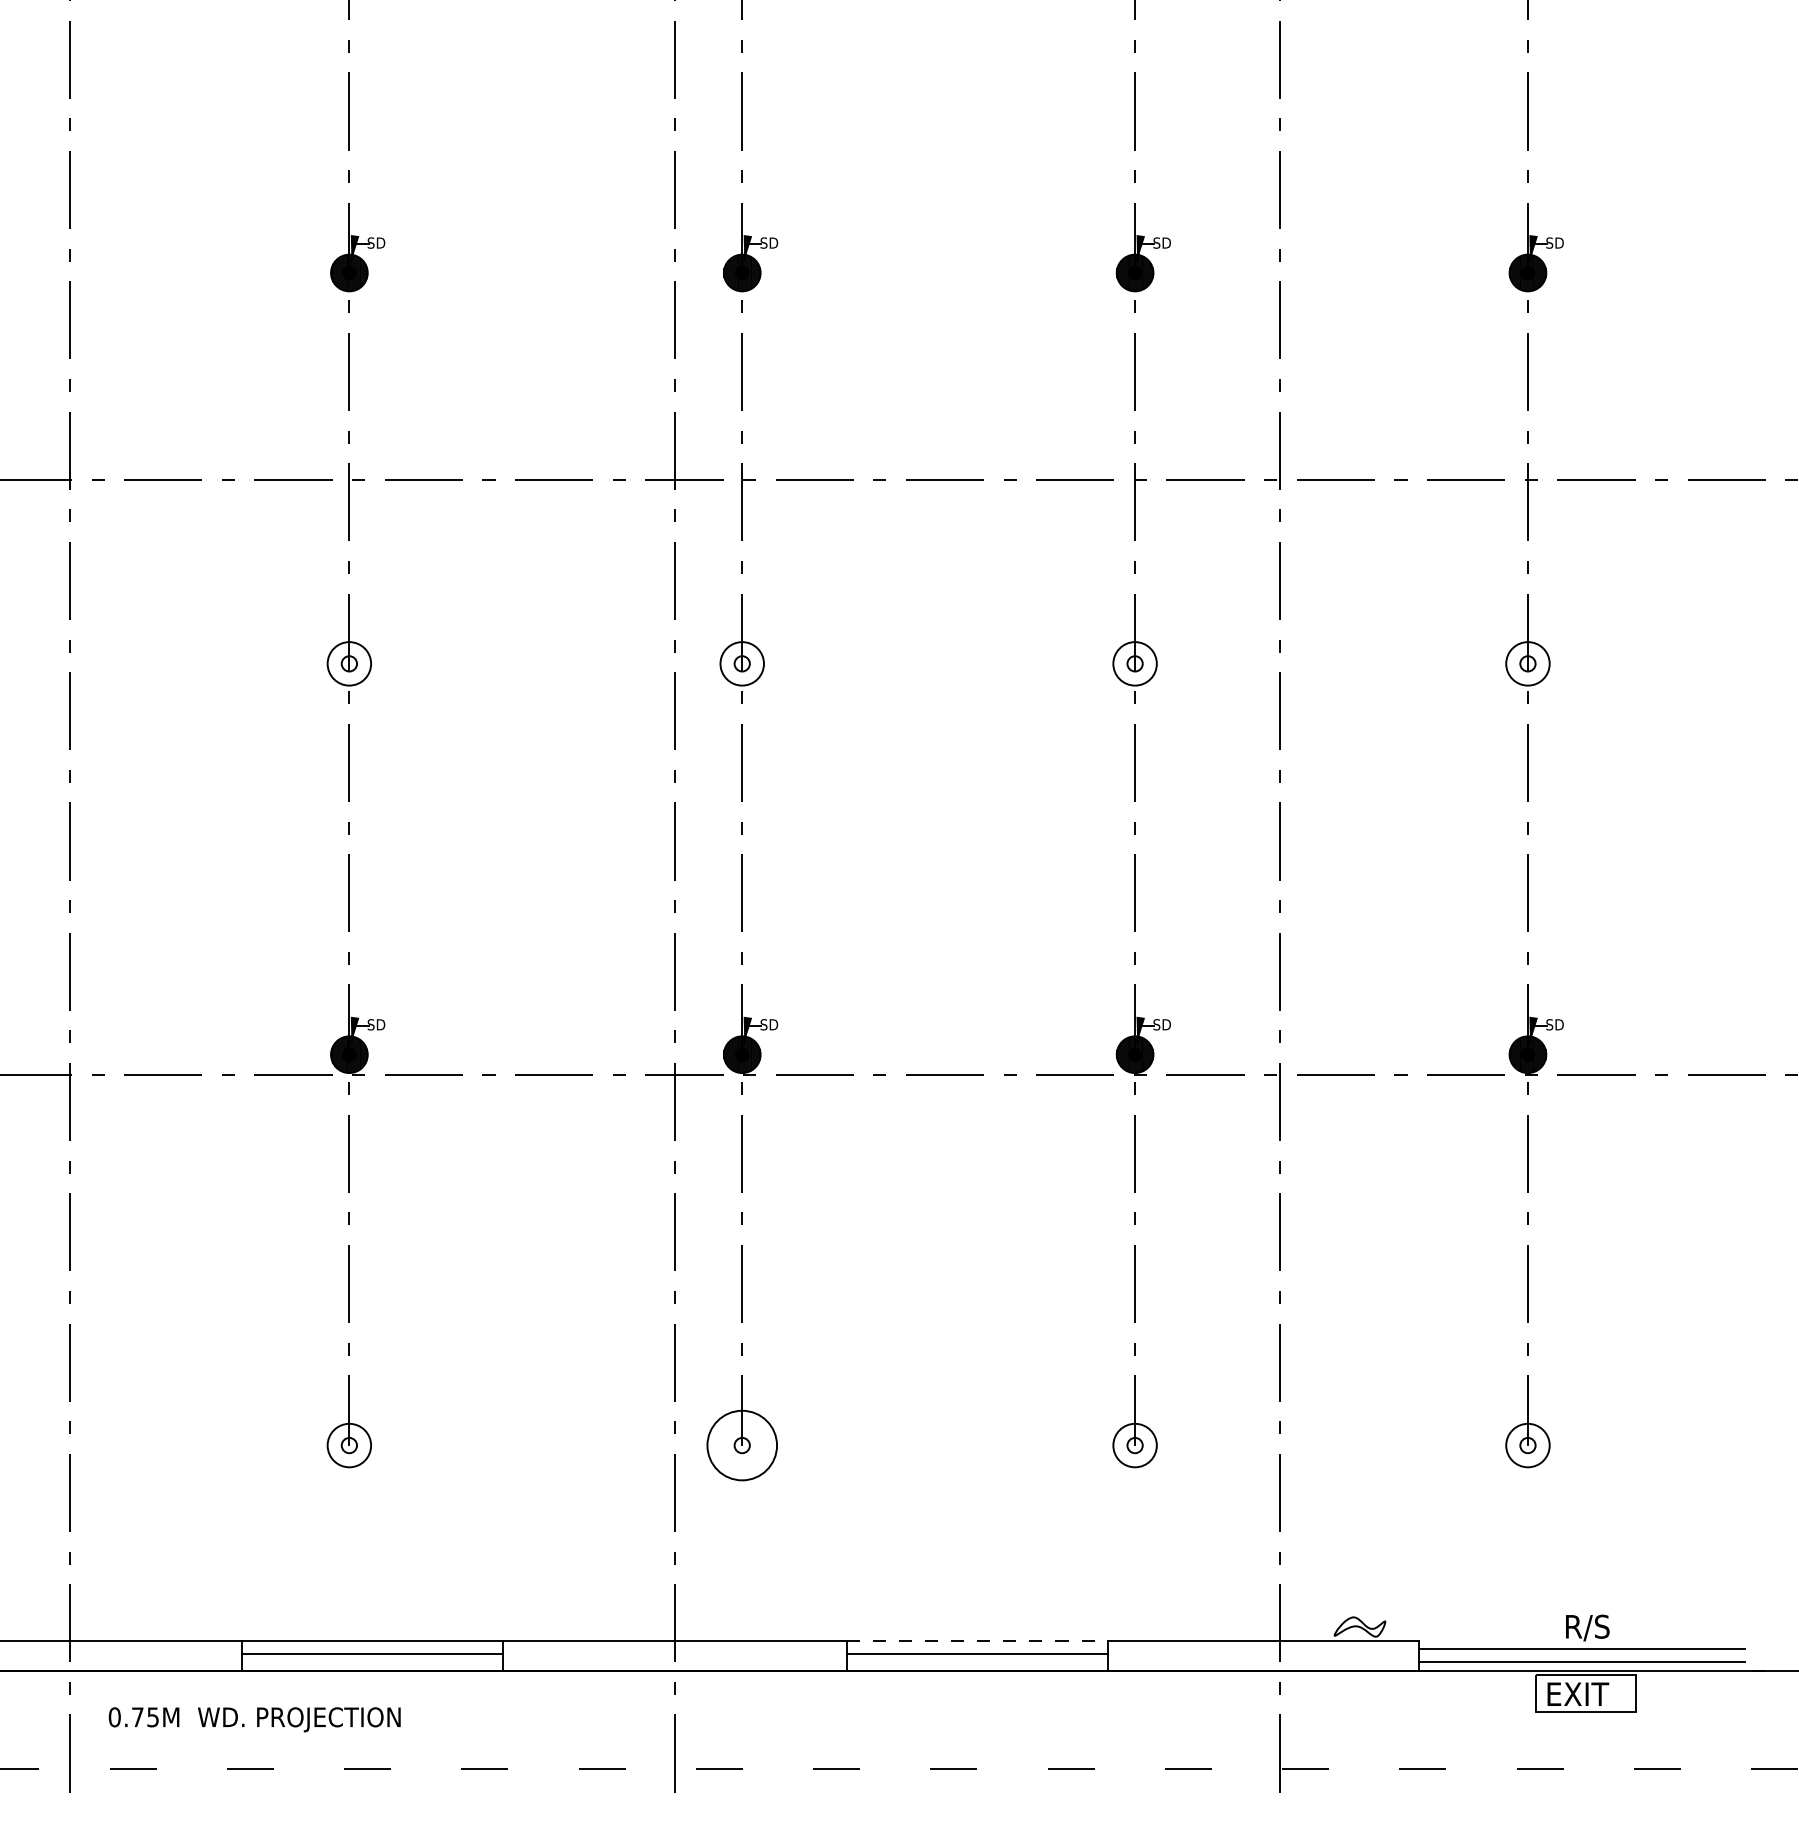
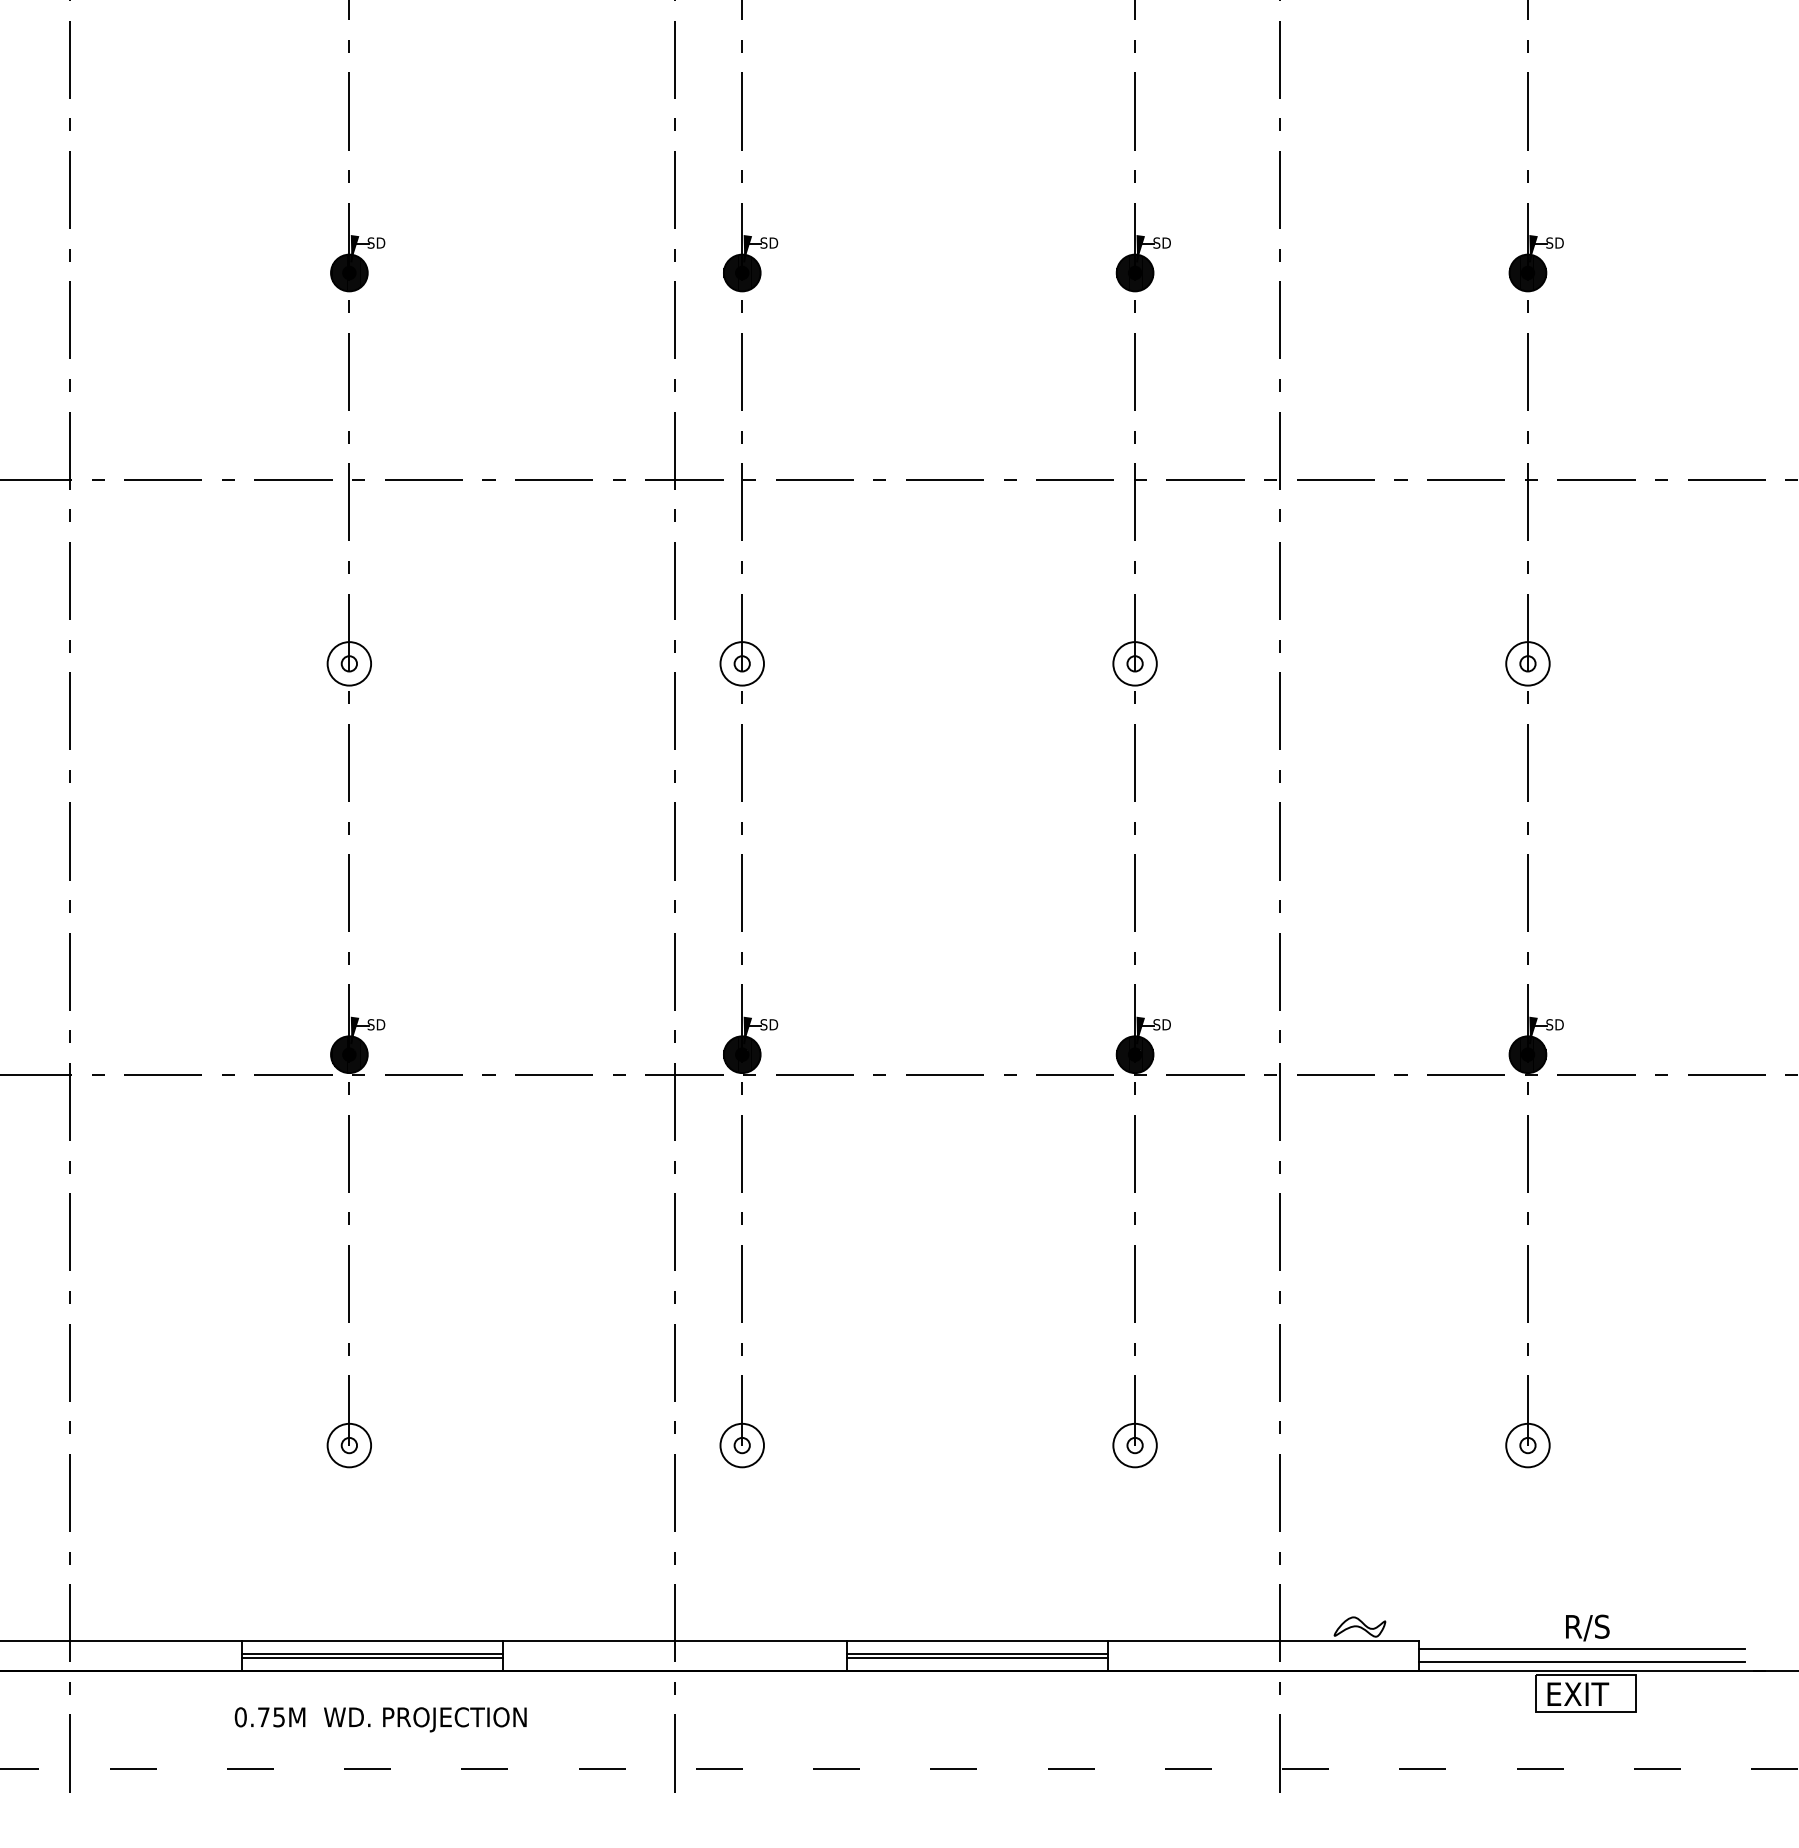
circle at (742, 1445) diameter: 70 px -> 43 px
line at (977, 1641): dashed -> solid
line at (372, 1657): none -> present
line at (977, 1657): none -> present
text at (254, 1719) position: (254, 1719) -> (380, 1719)
